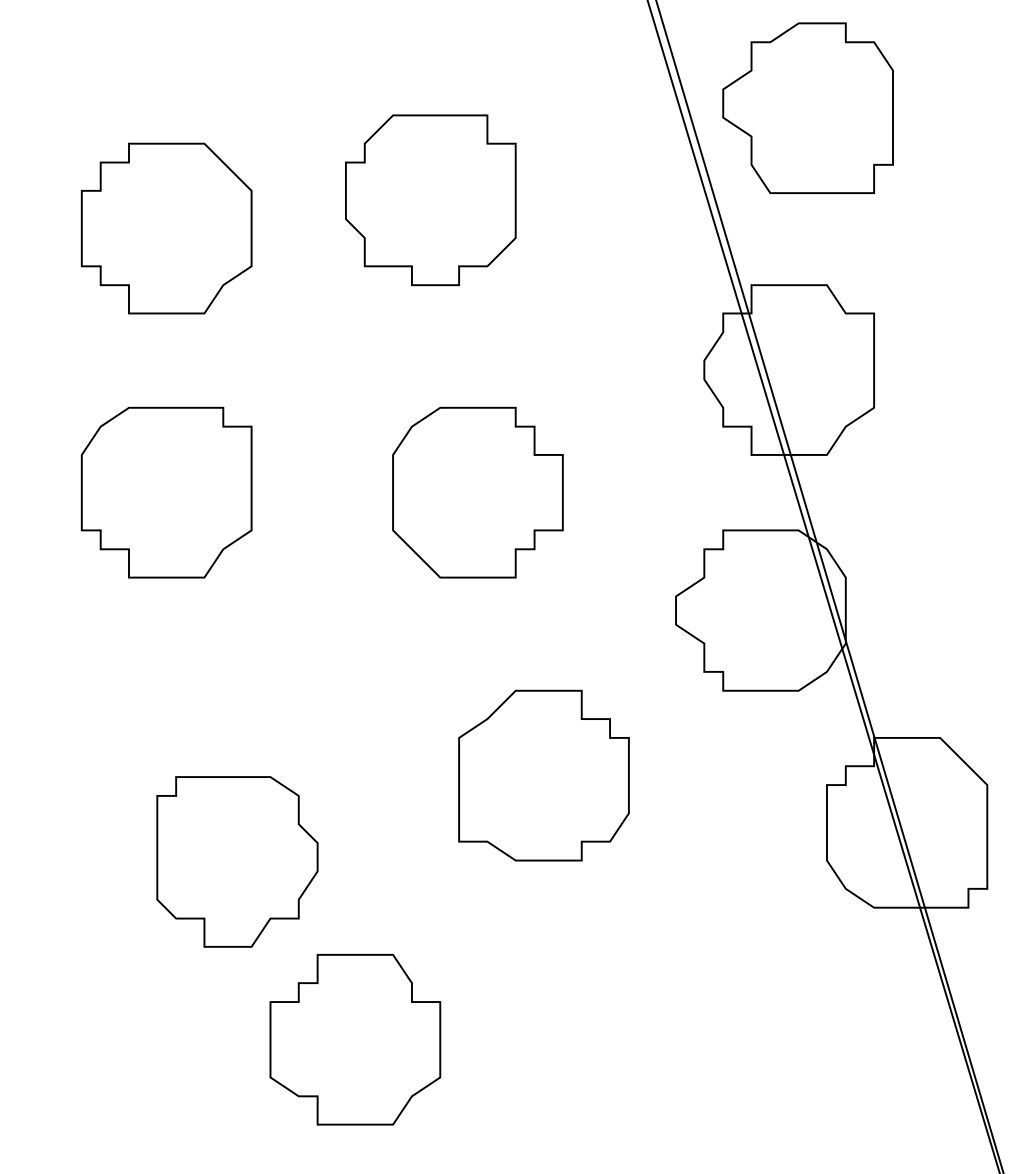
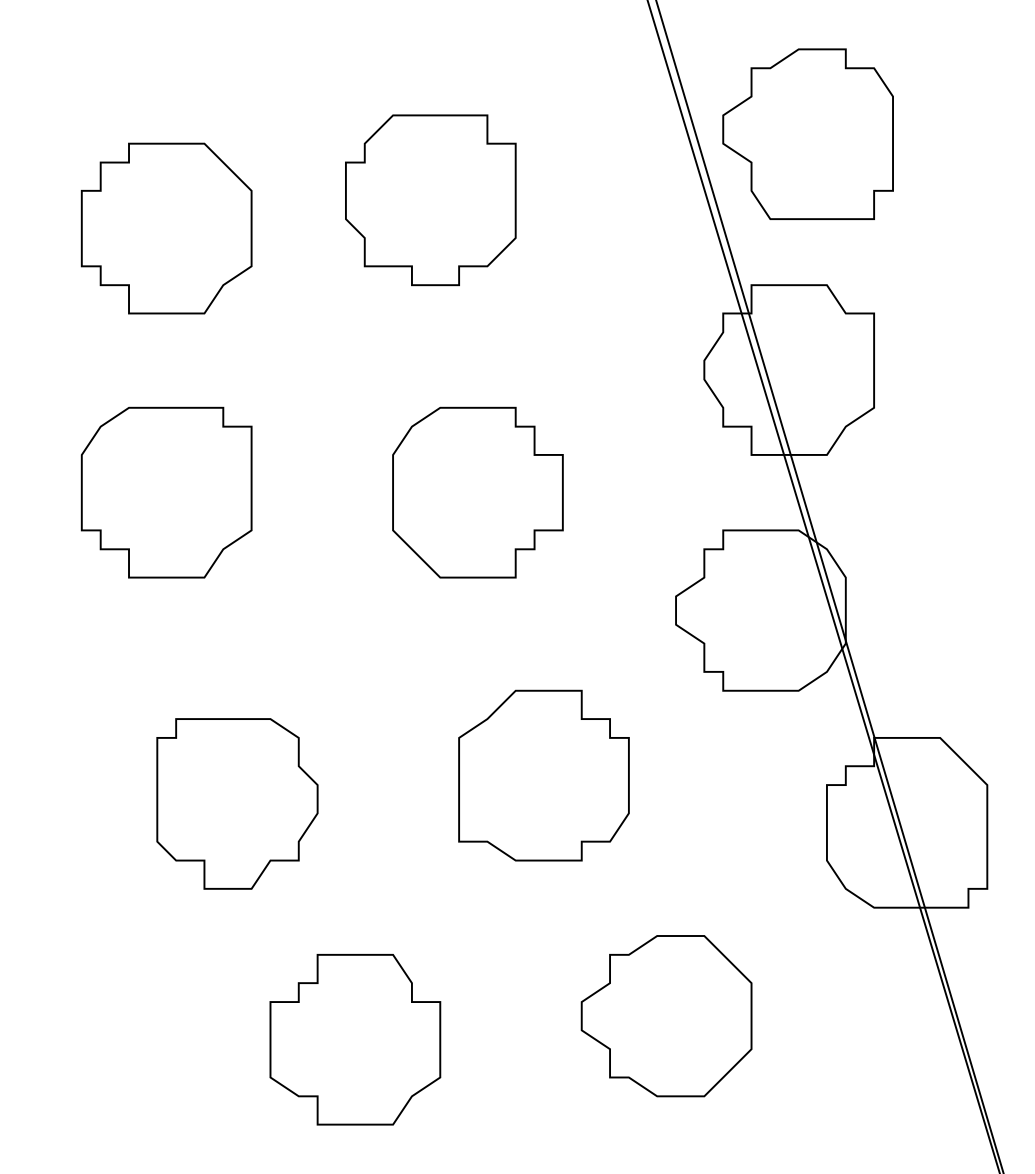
part at (807, 107) position: (807, 107) -> (807, 133)
part at (237, 861) position: (237, 861) -> (237, 803)
part at (666, 1016): none -> present
